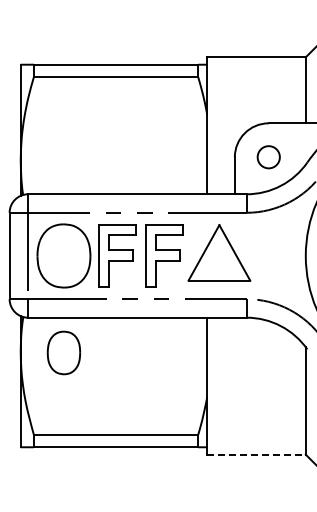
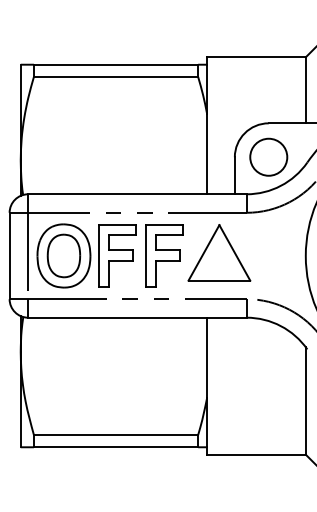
circle at (268, 157) diameter: 22 px -> 37 px
part at (63, 352) position: (63, 352) -> (63, 255)
line at (256, 454): dashed -> solid
